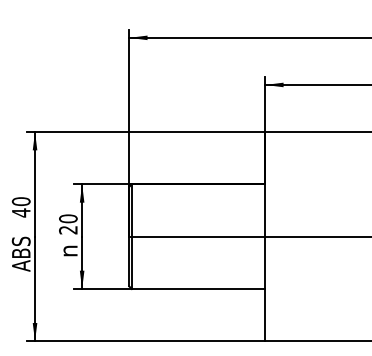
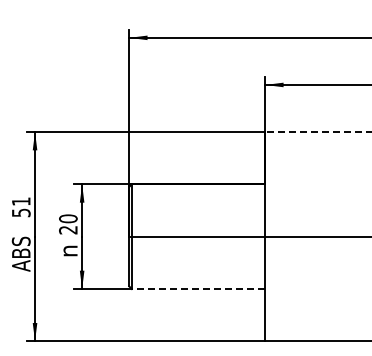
line at (318, 132): solid -> dashed
text at (20, 207): 40 -> 51
line at (198, 289): solid -> dashed
